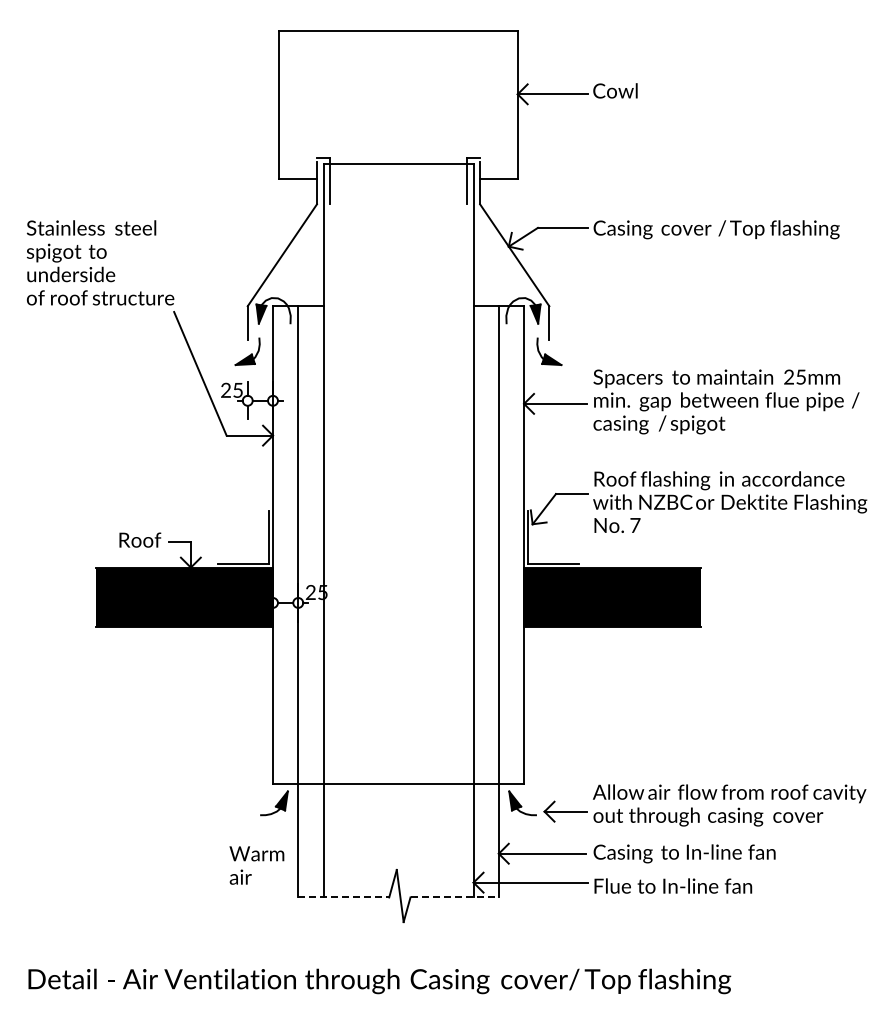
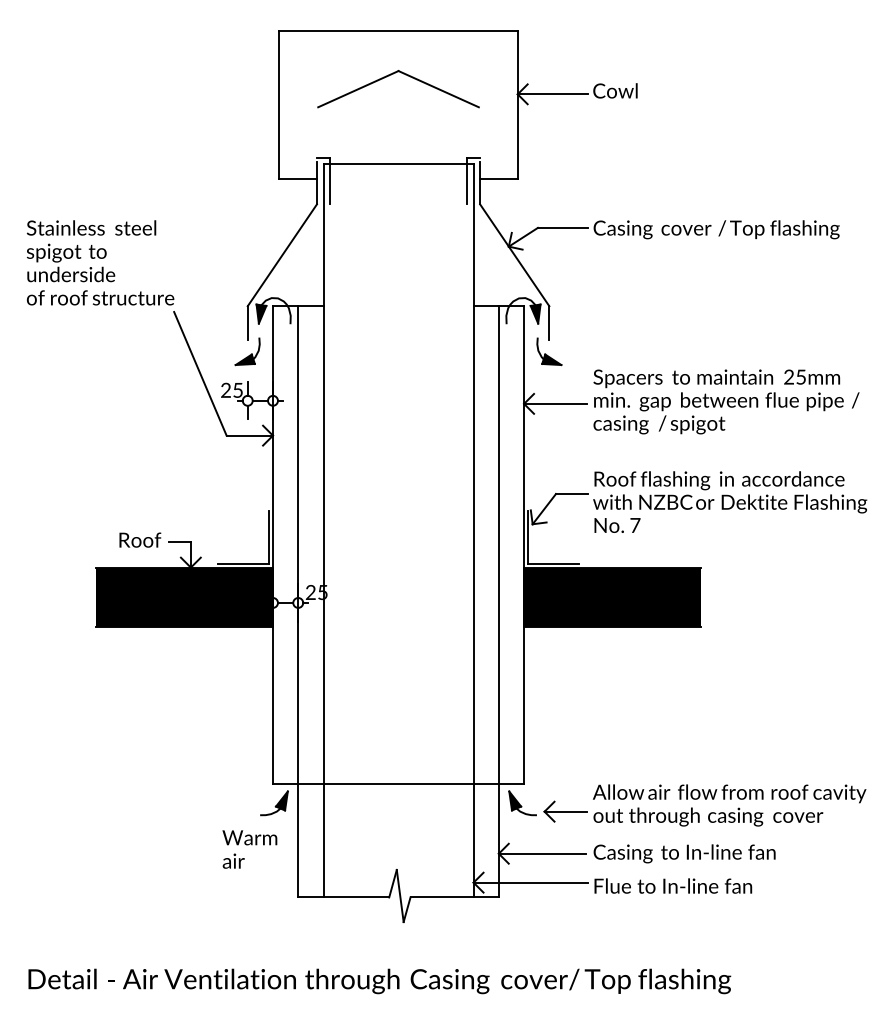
part at (391, 75): none -> present
text at (256, 865) position: (256, 865) -> (249, 849)
line at (343, 897): dashed -> solid
line at (455, 897): dashed -> solid
